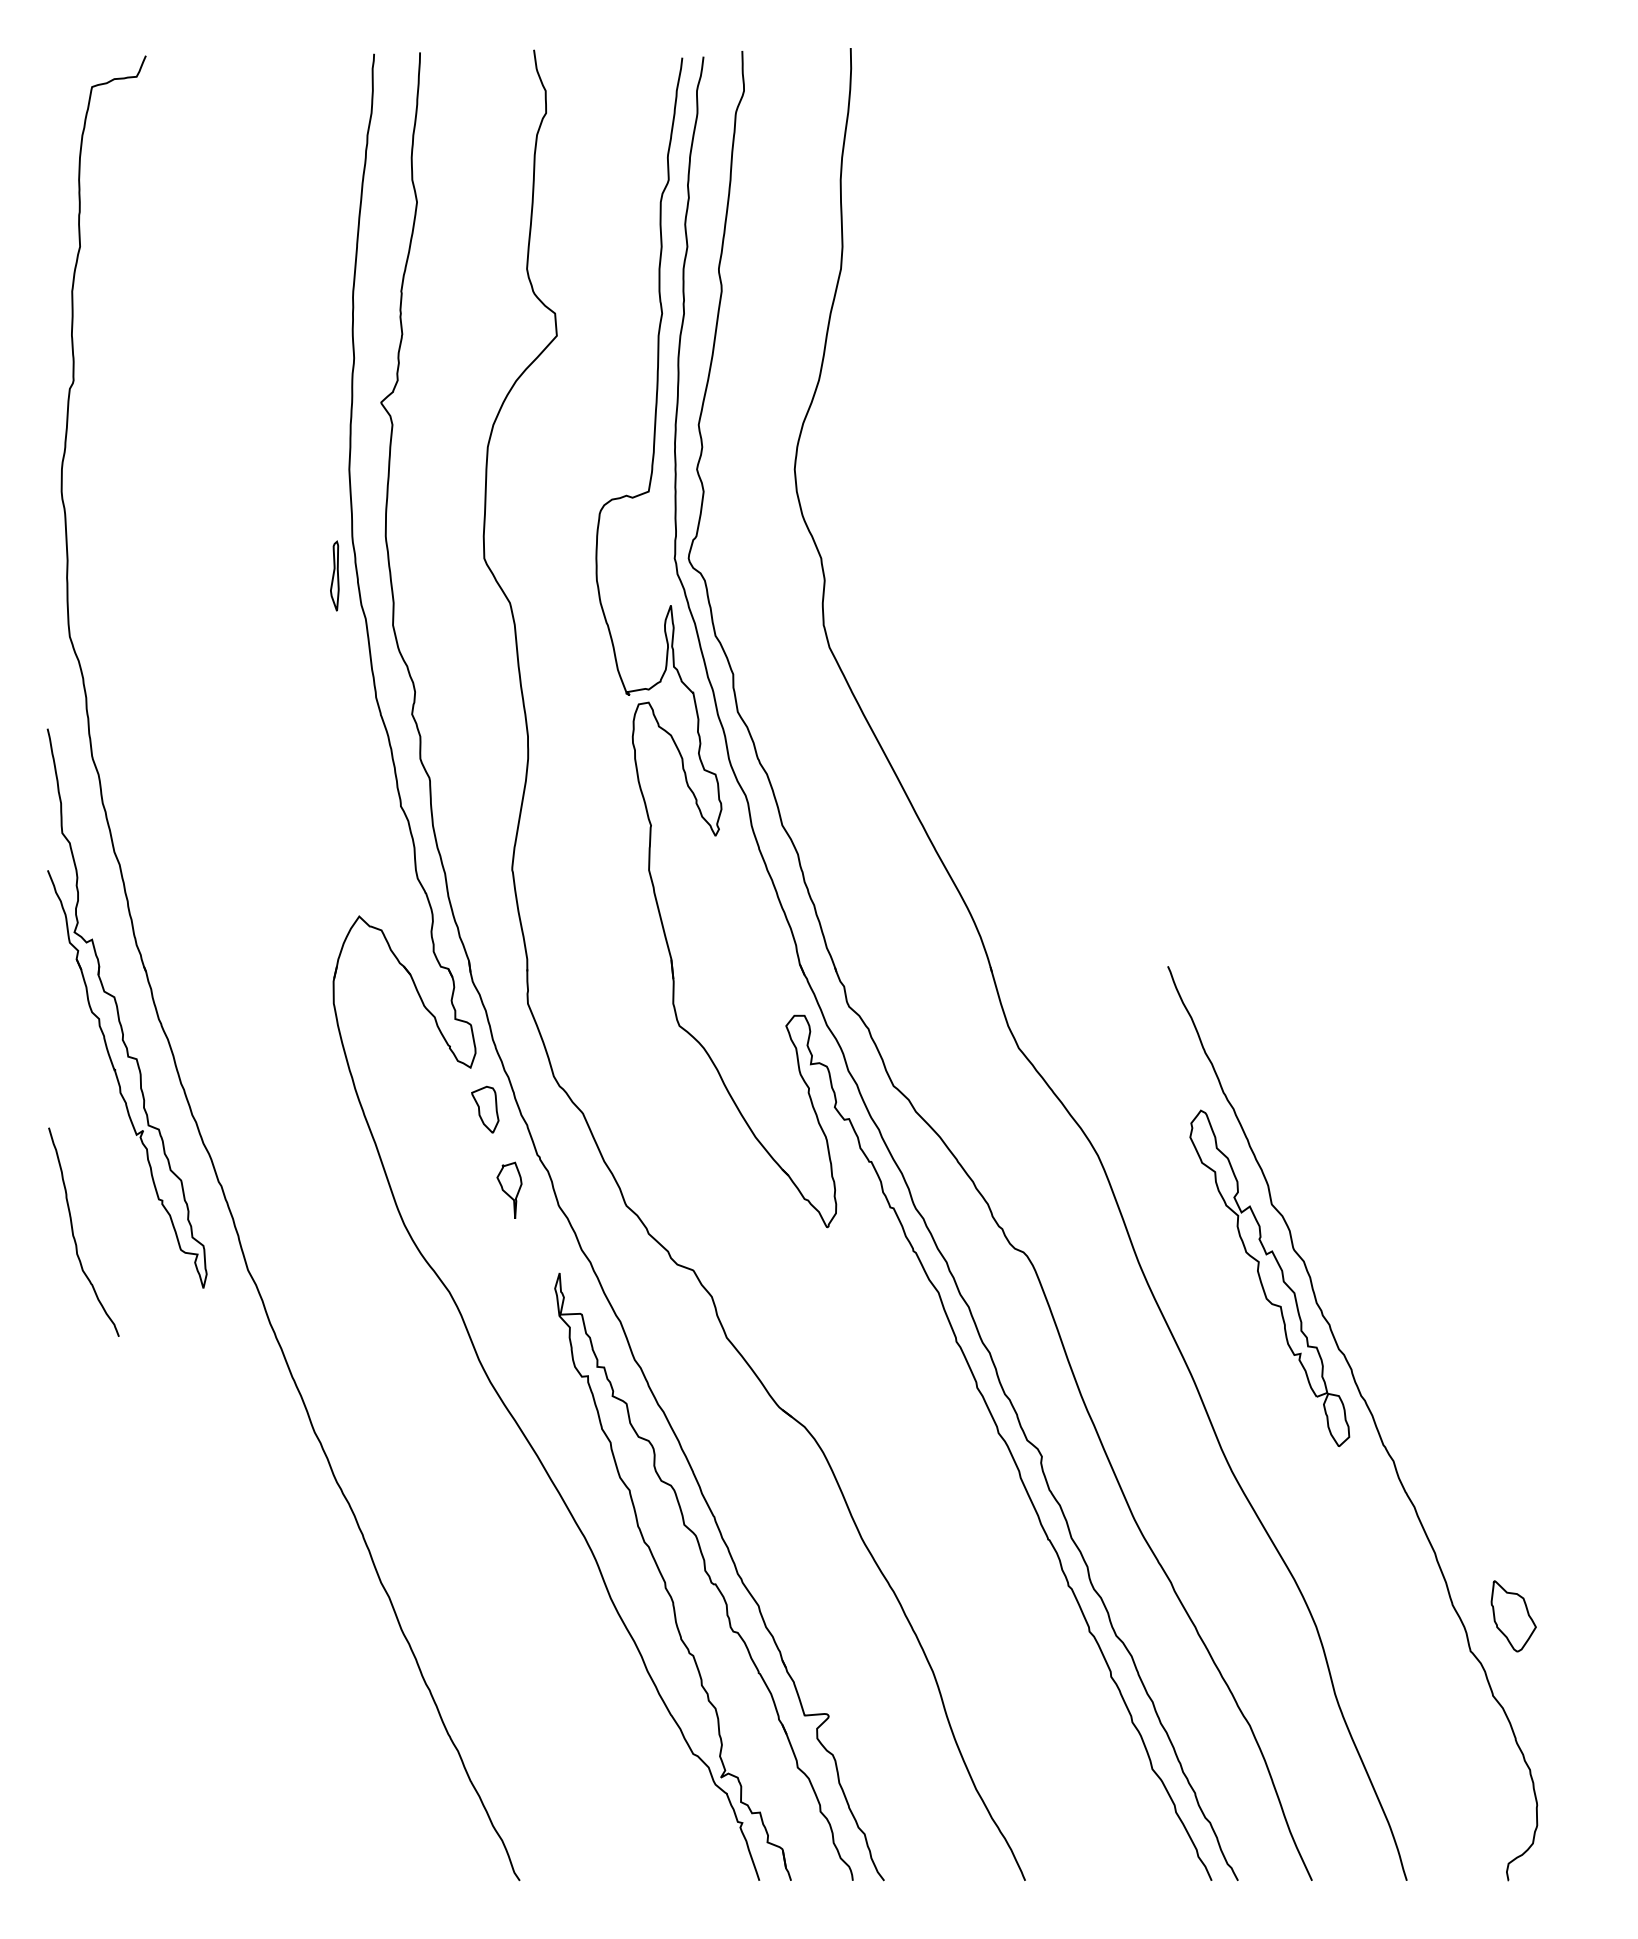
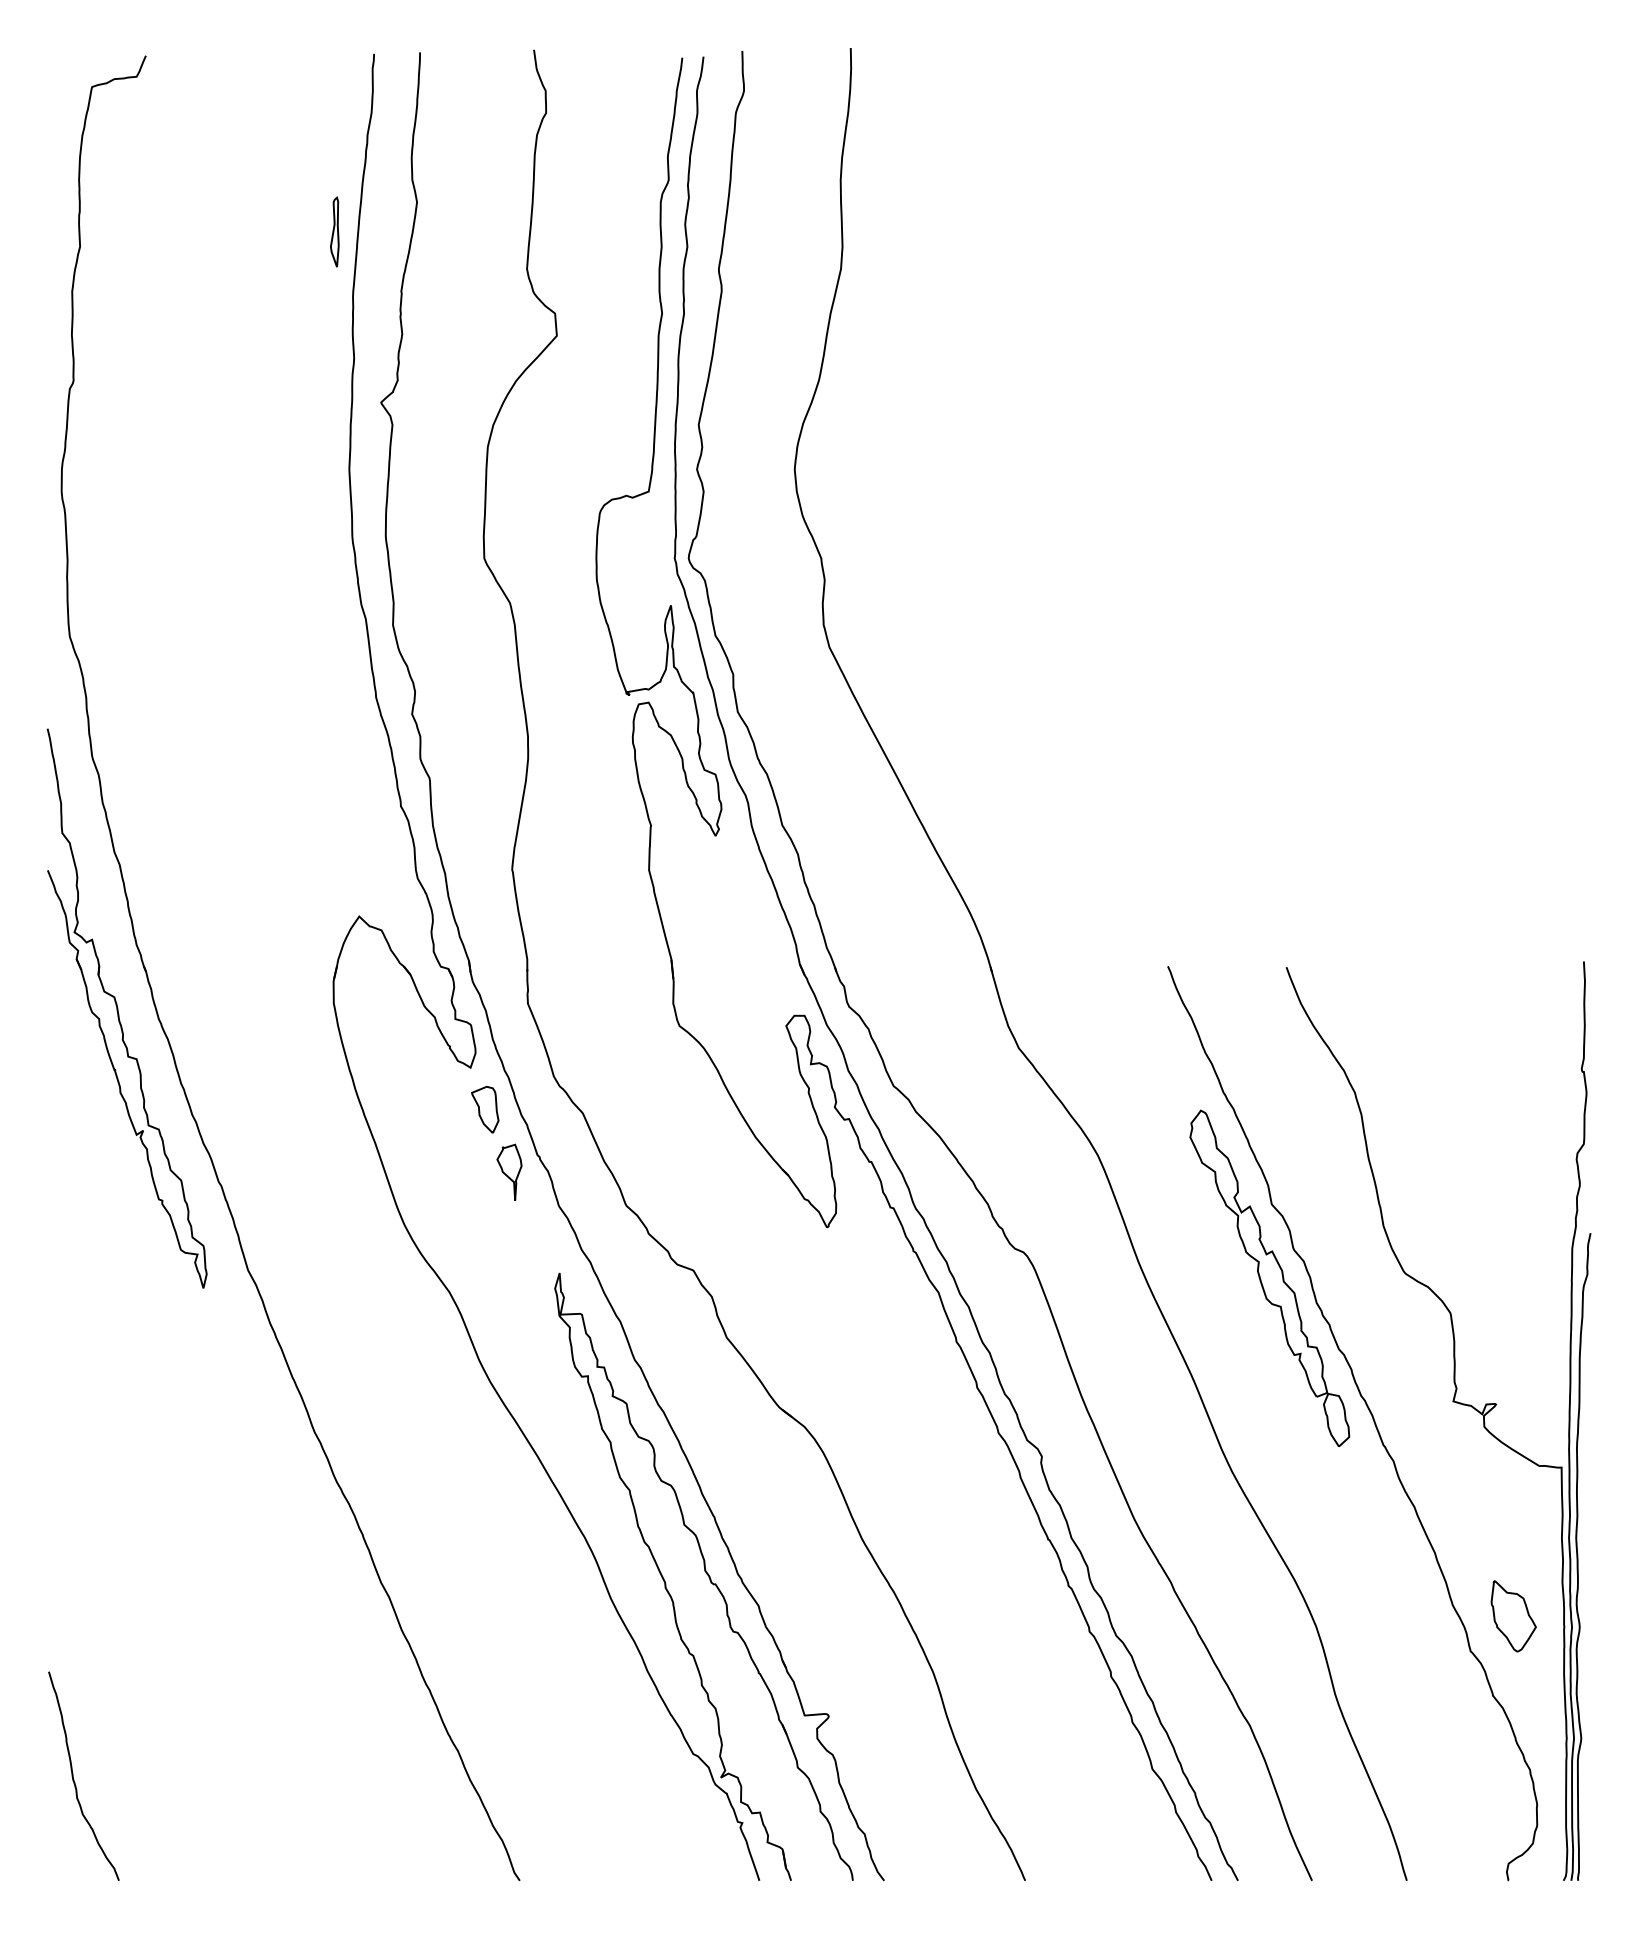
part at (334, 575) position: (334, 575) -> (334, 231)
part at (509, 1189) position: (509, 1189) -> (509, 1171)
curve at (74, 1235) position: (74, 1235) -> (74, 1779)
part at (1453, 1402): none -> present
